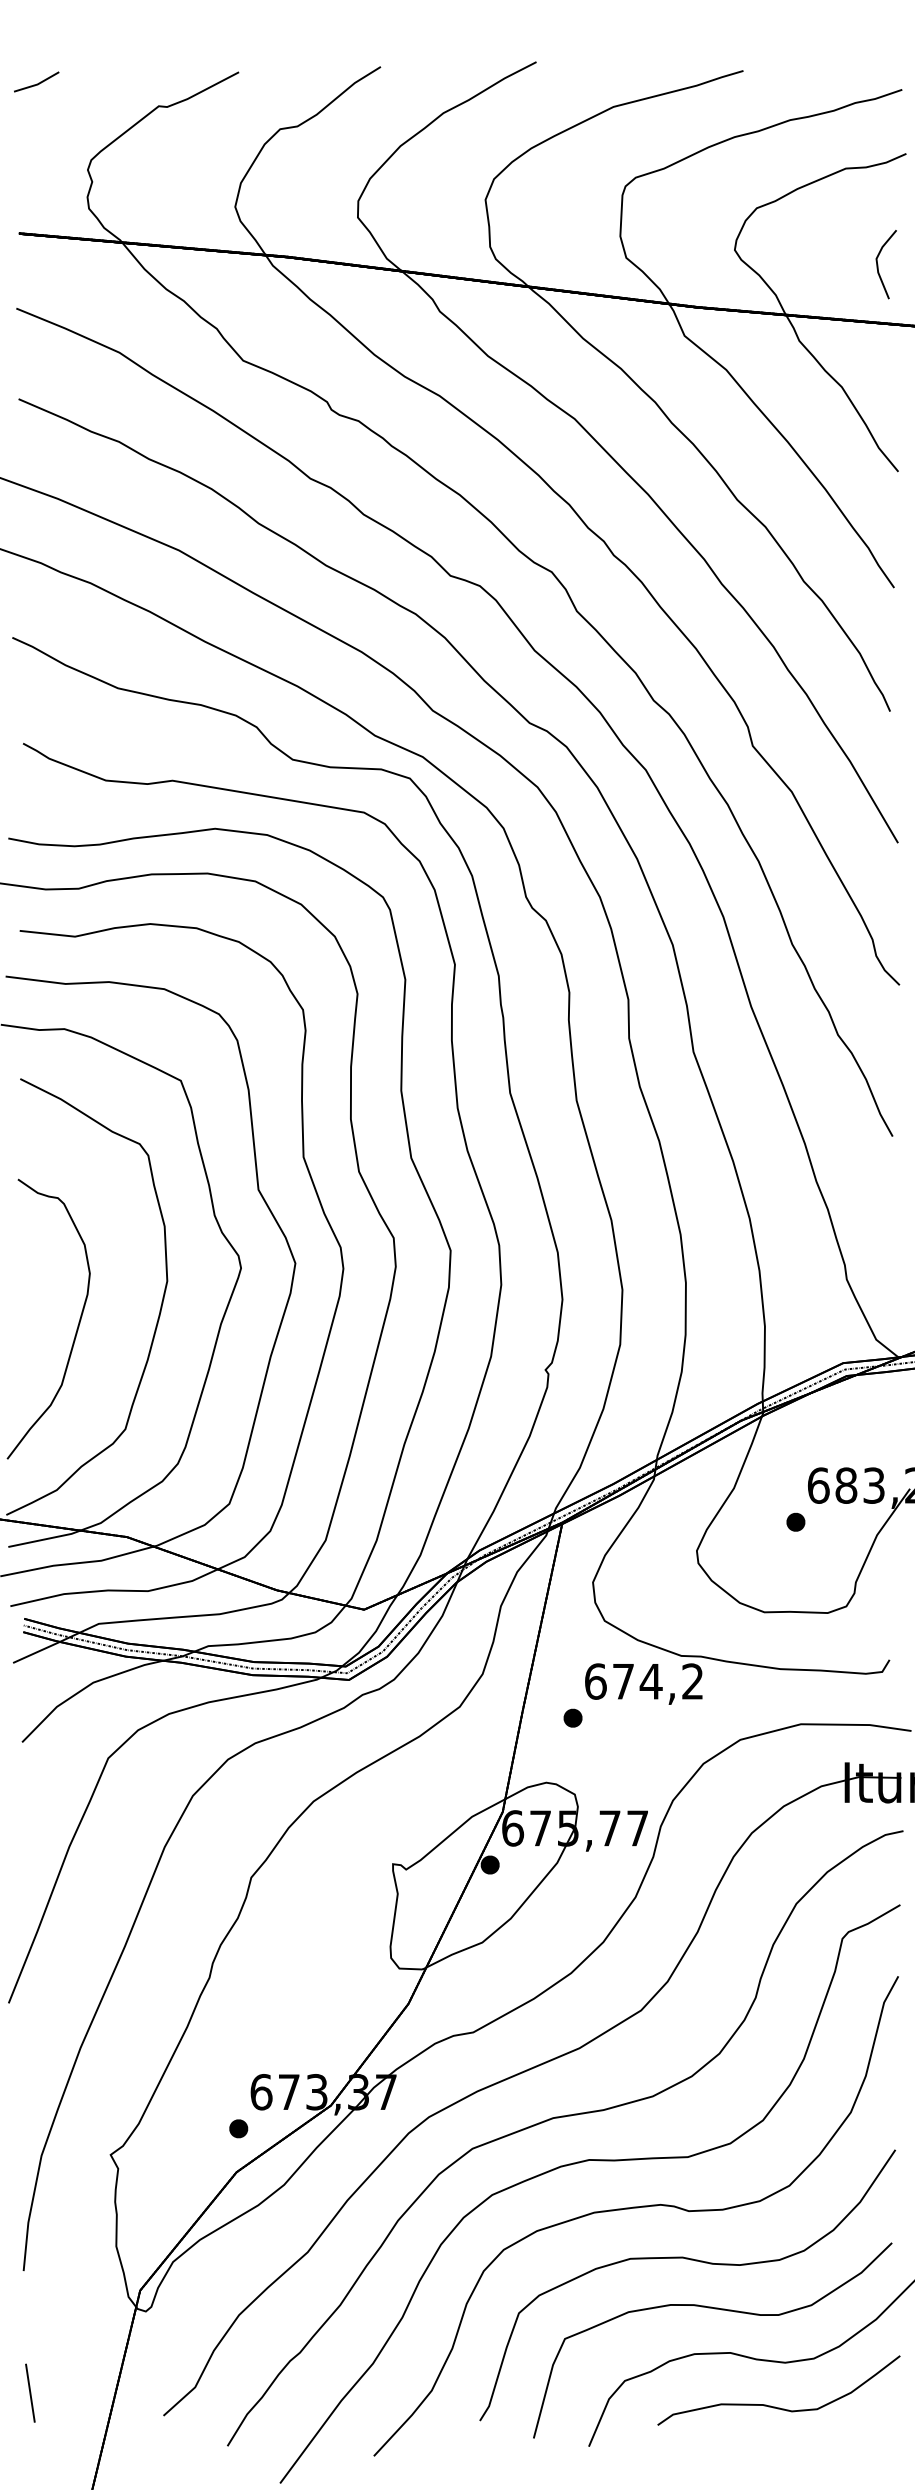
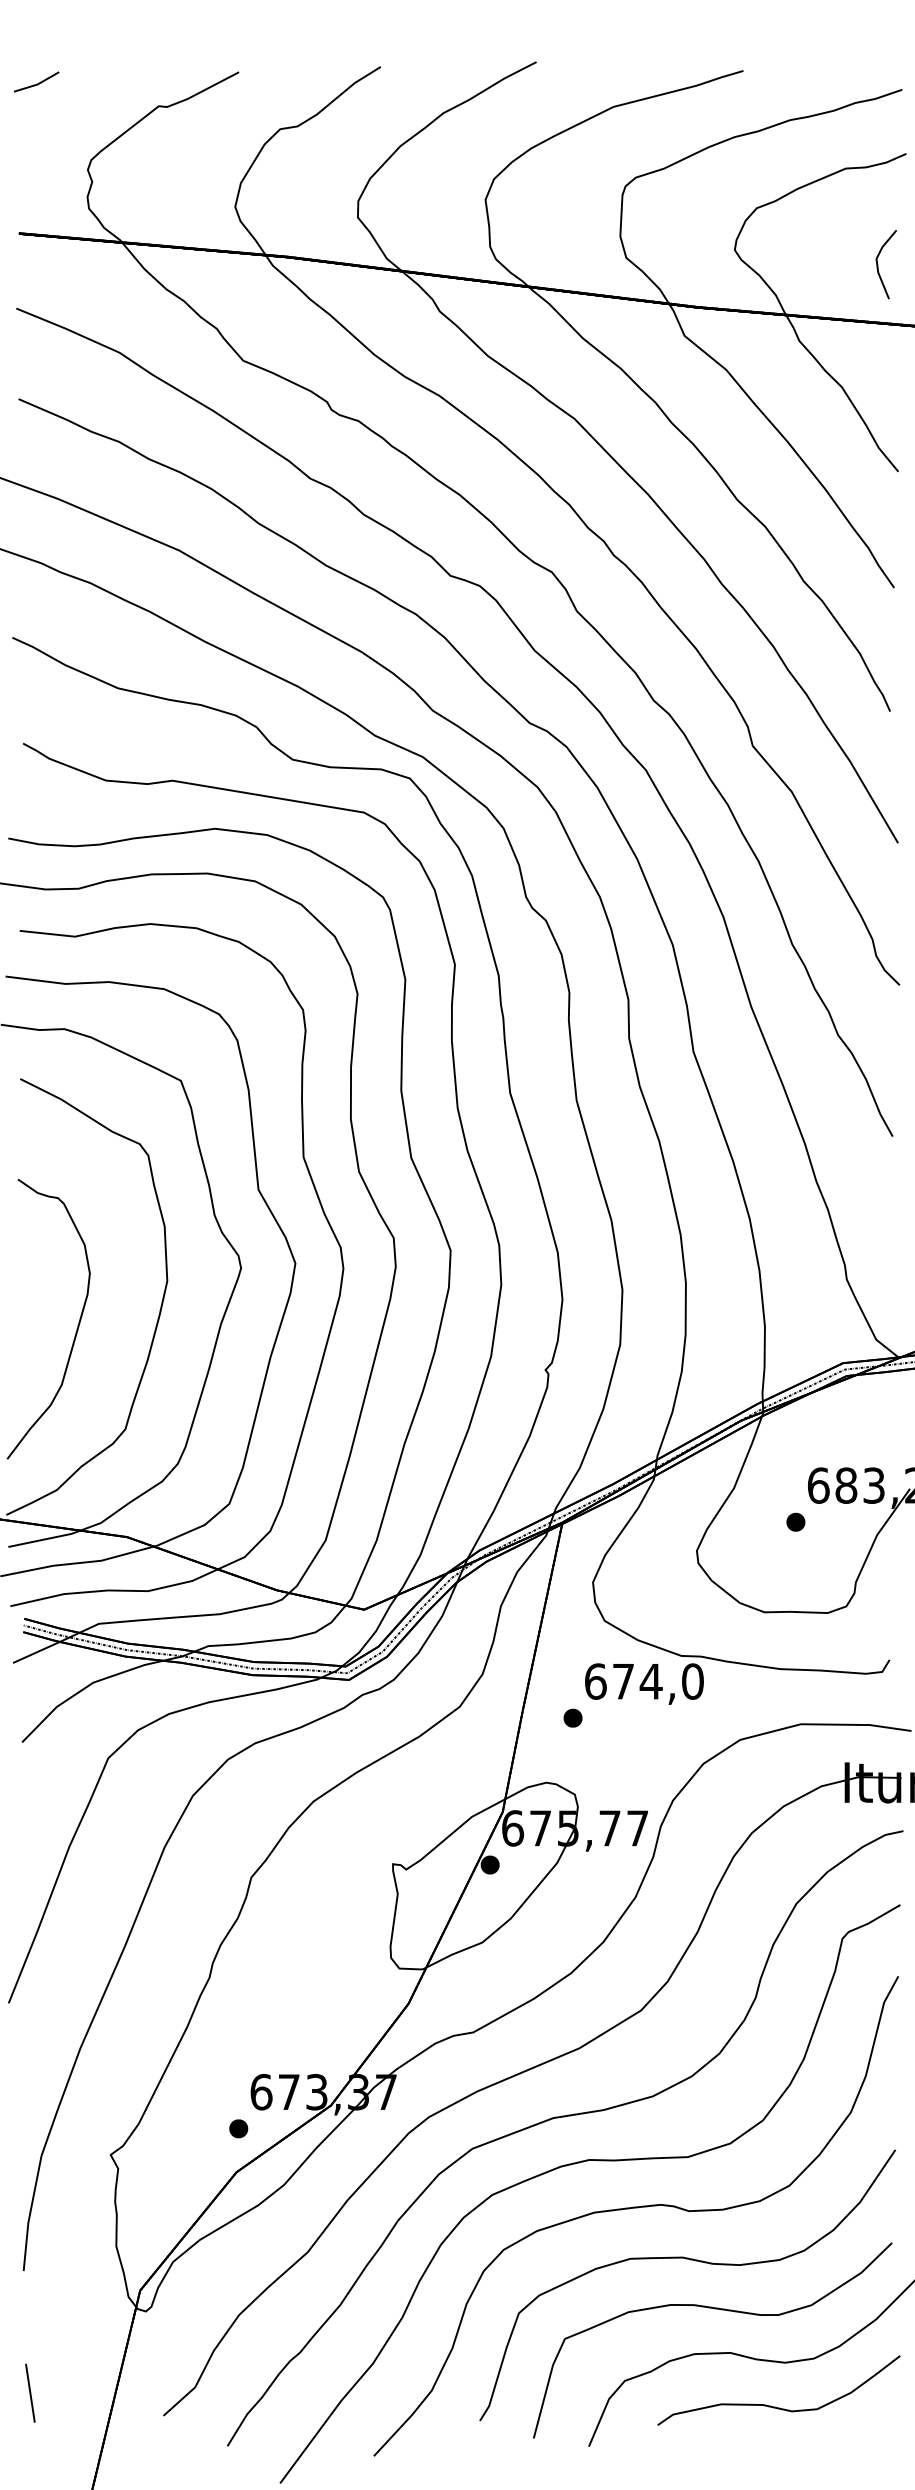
text at (692, 1681): 674,2 -> 674,0
